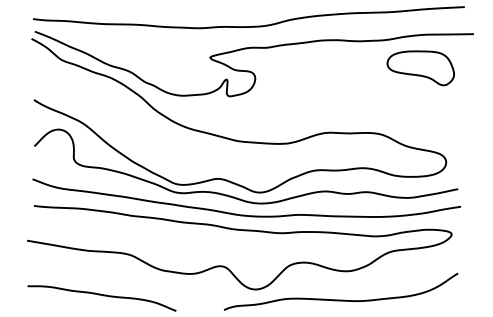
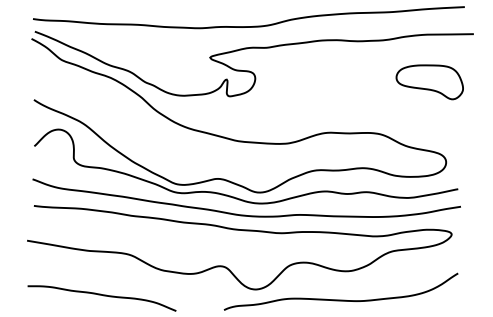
part at (420, 68) position: (420, 68) -> (429, 82)
